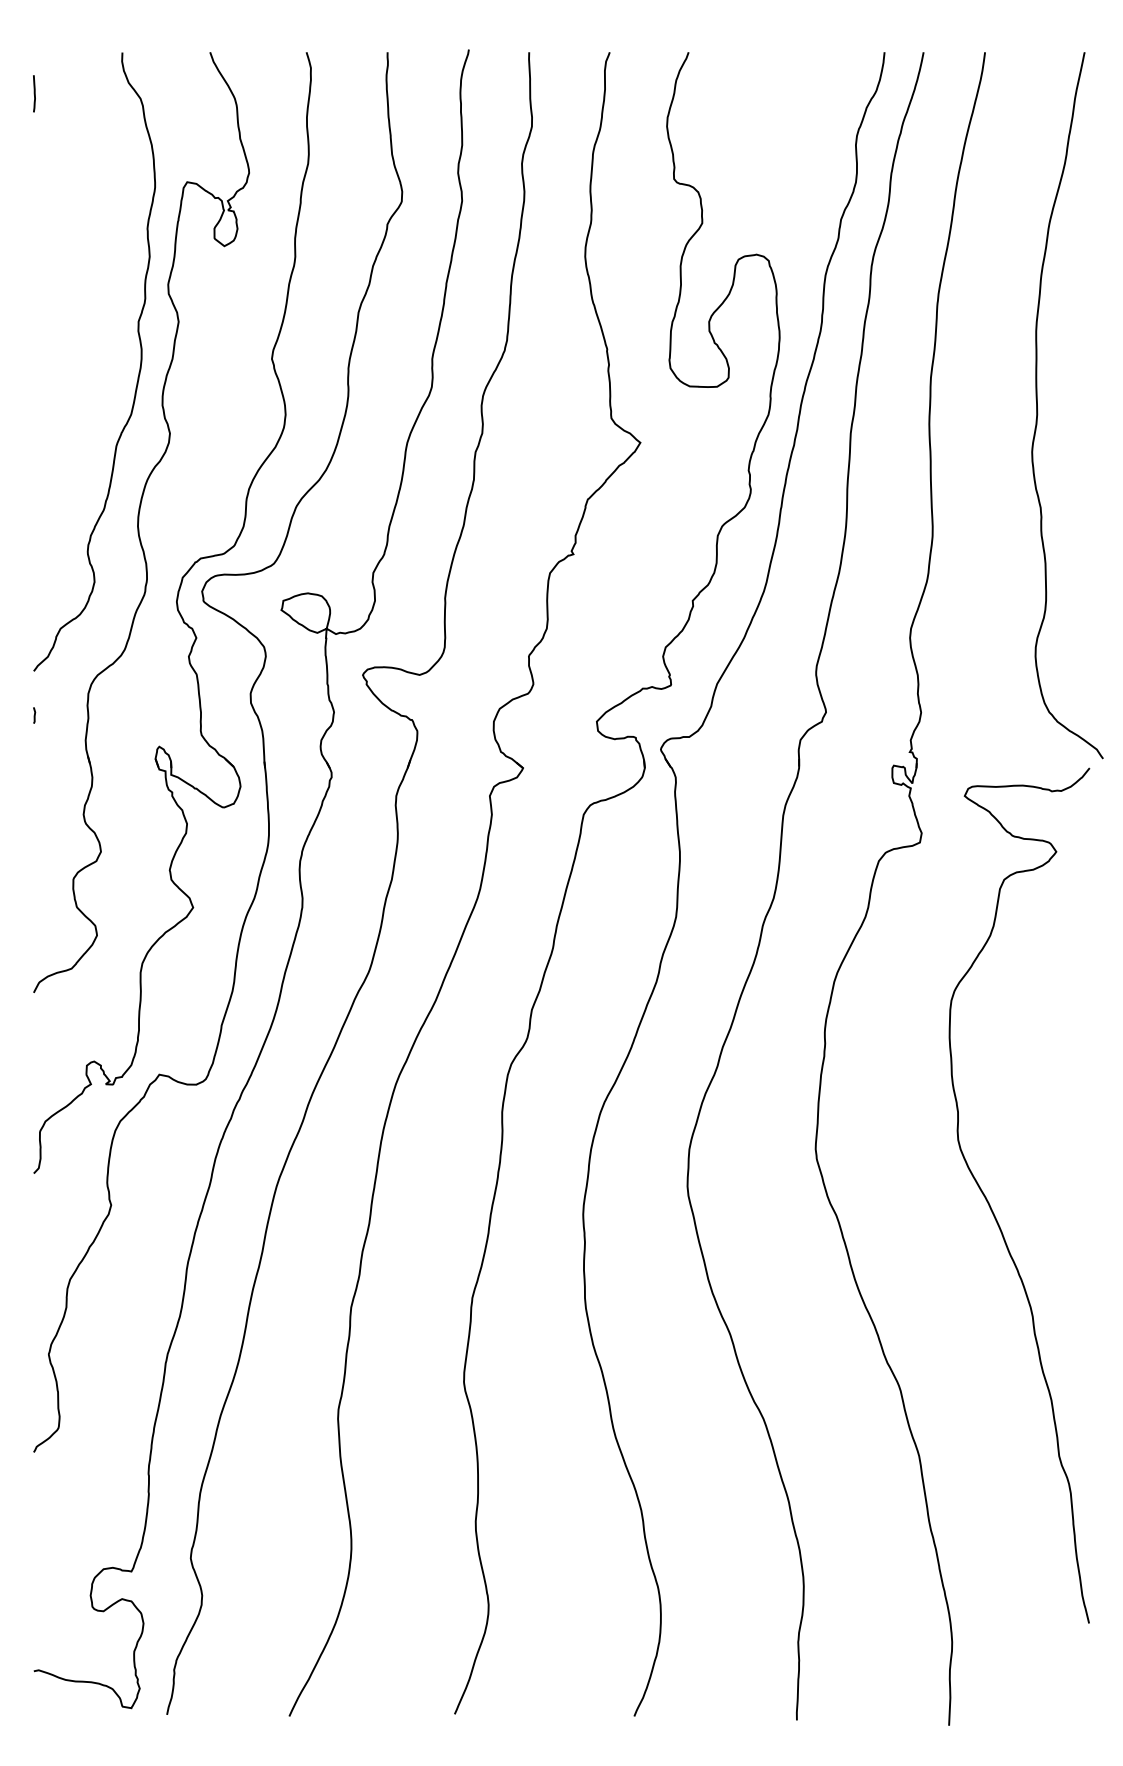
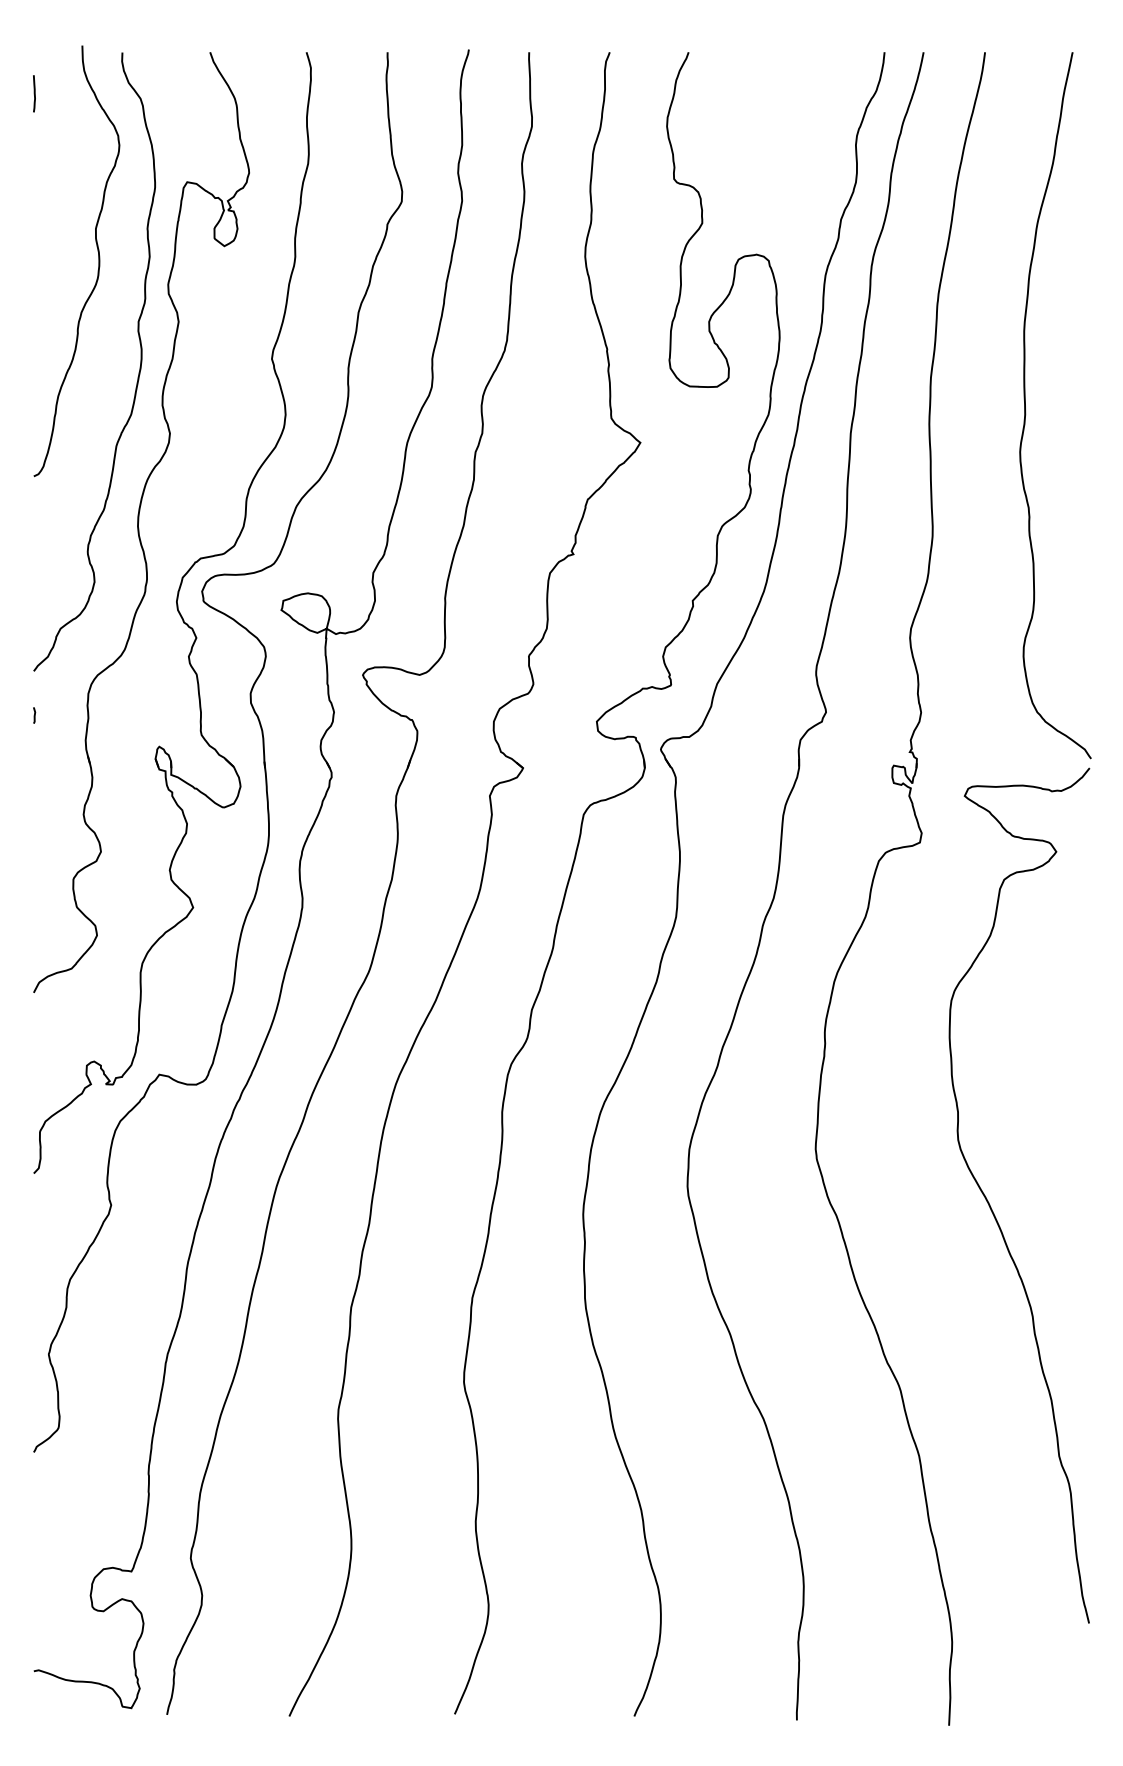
curve at (98, 261): none -> present
curve at (1038, 412) position: (1038, 412) -> (1026, 412)
